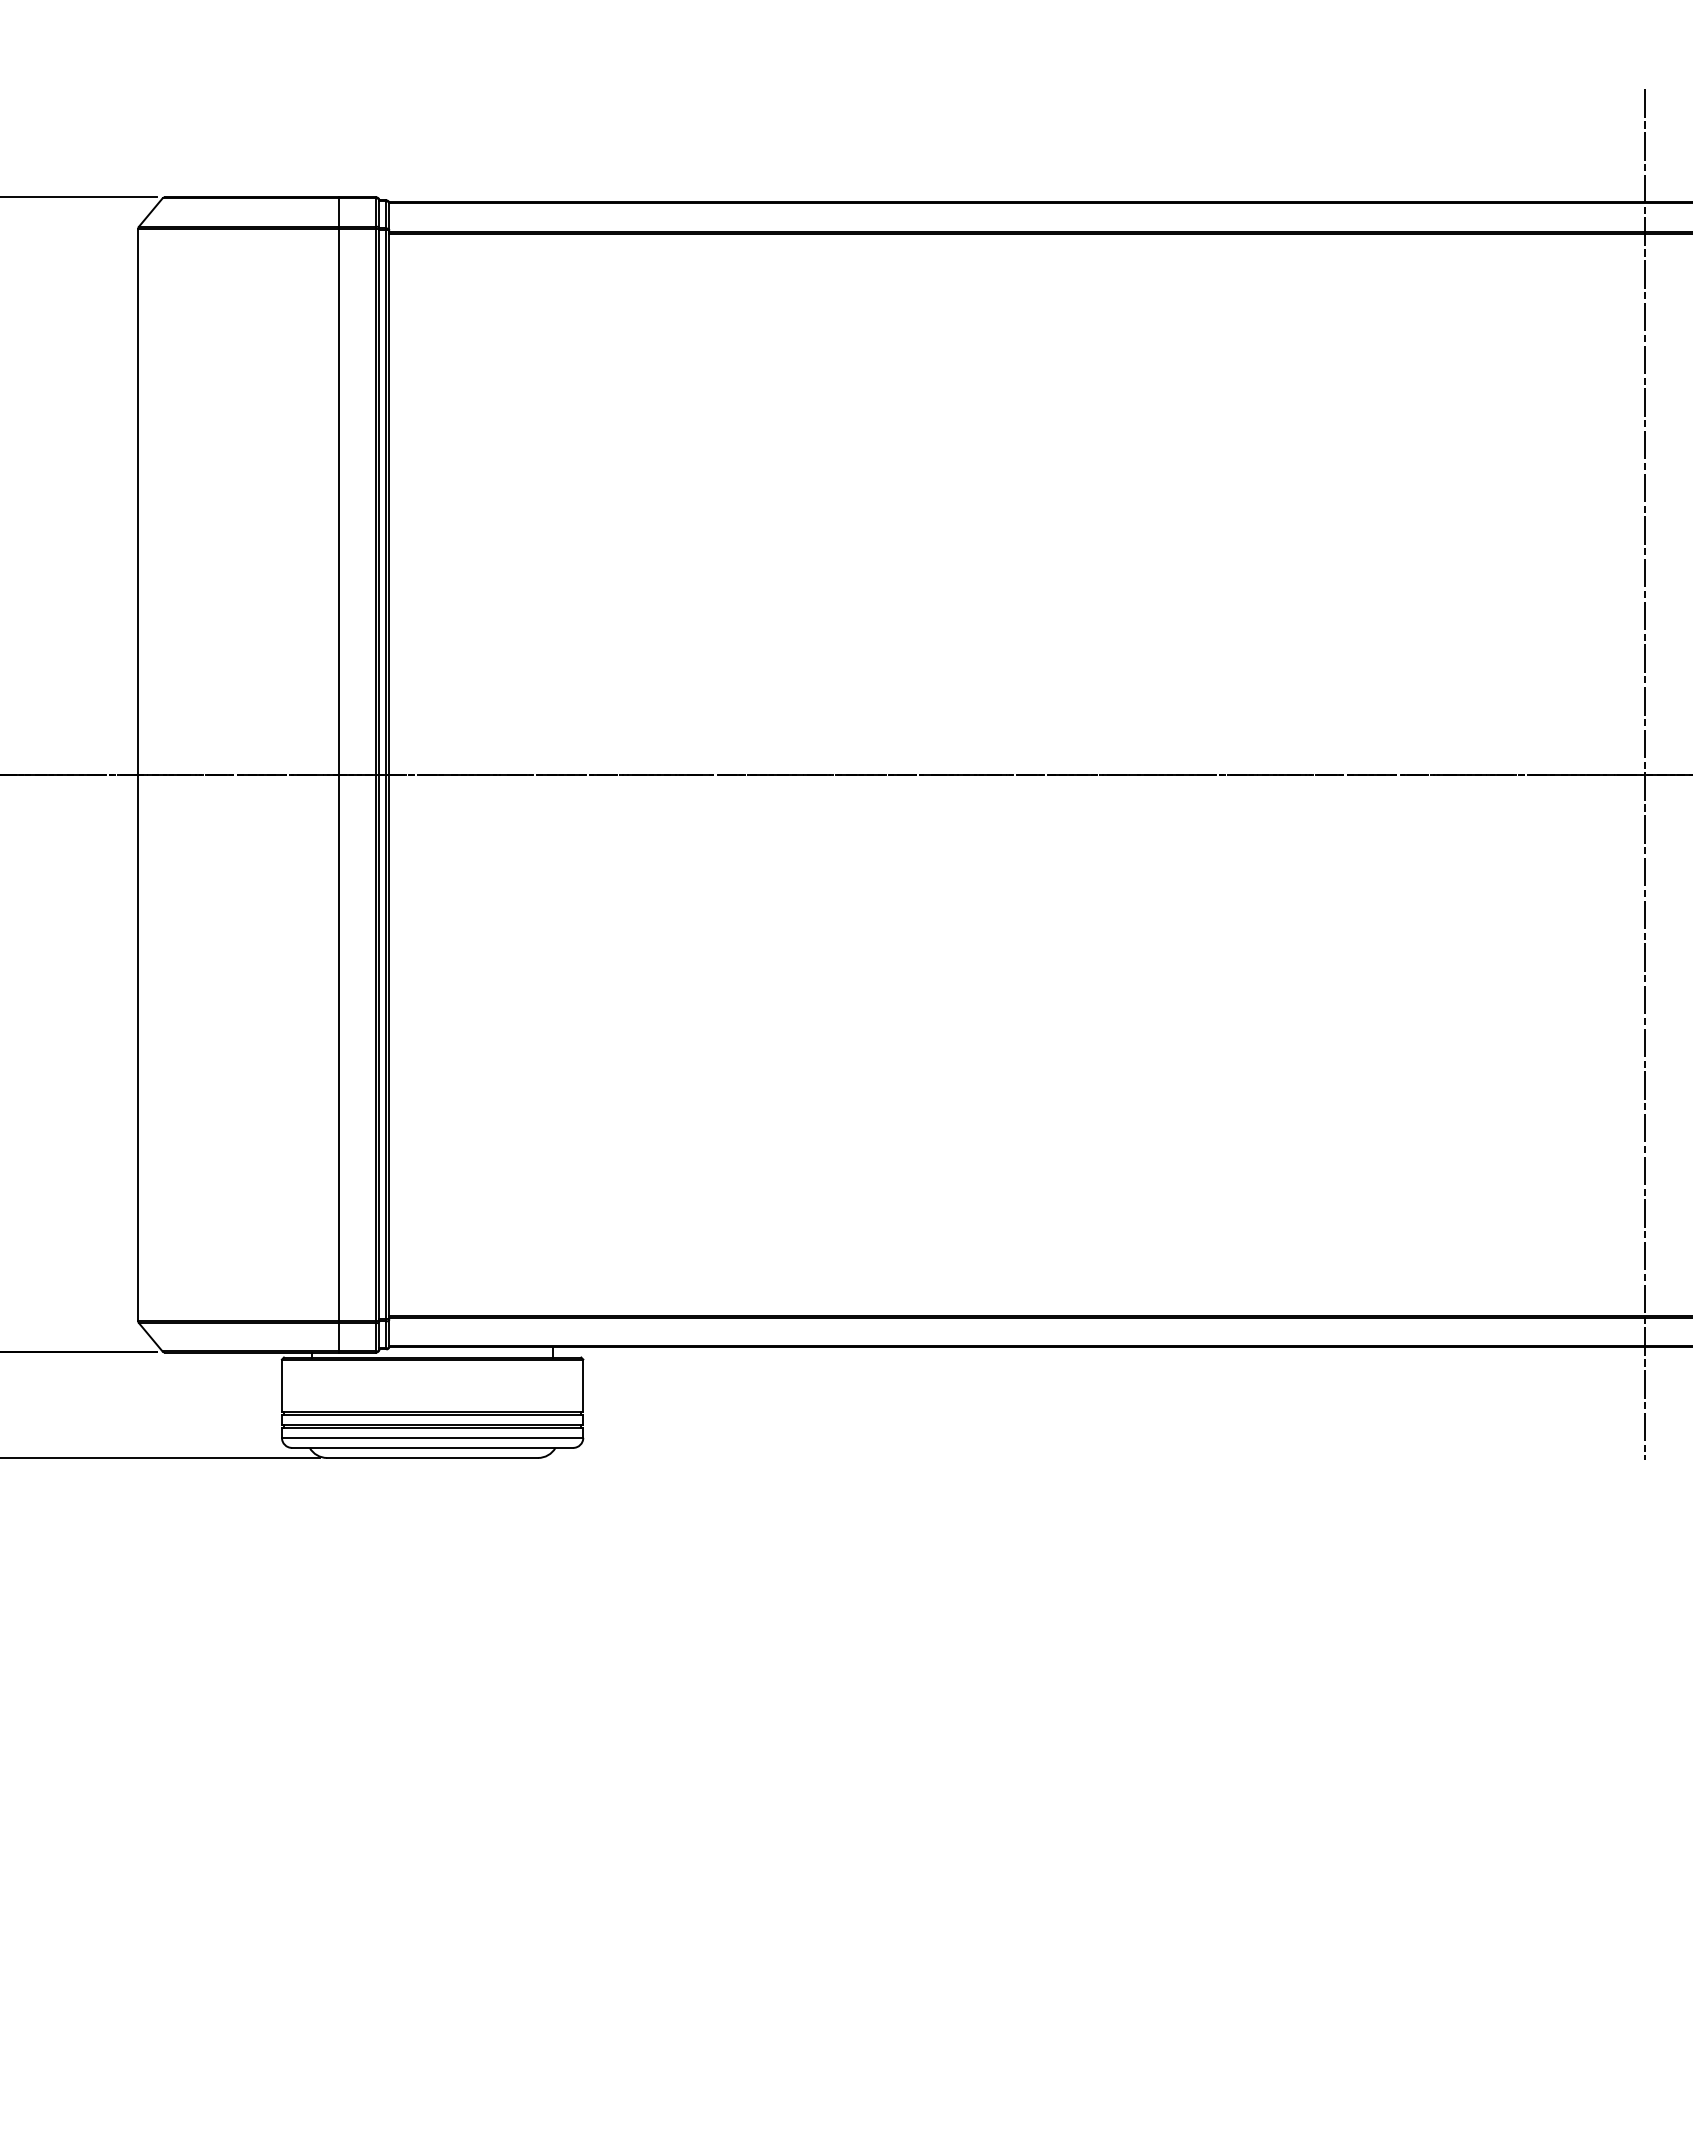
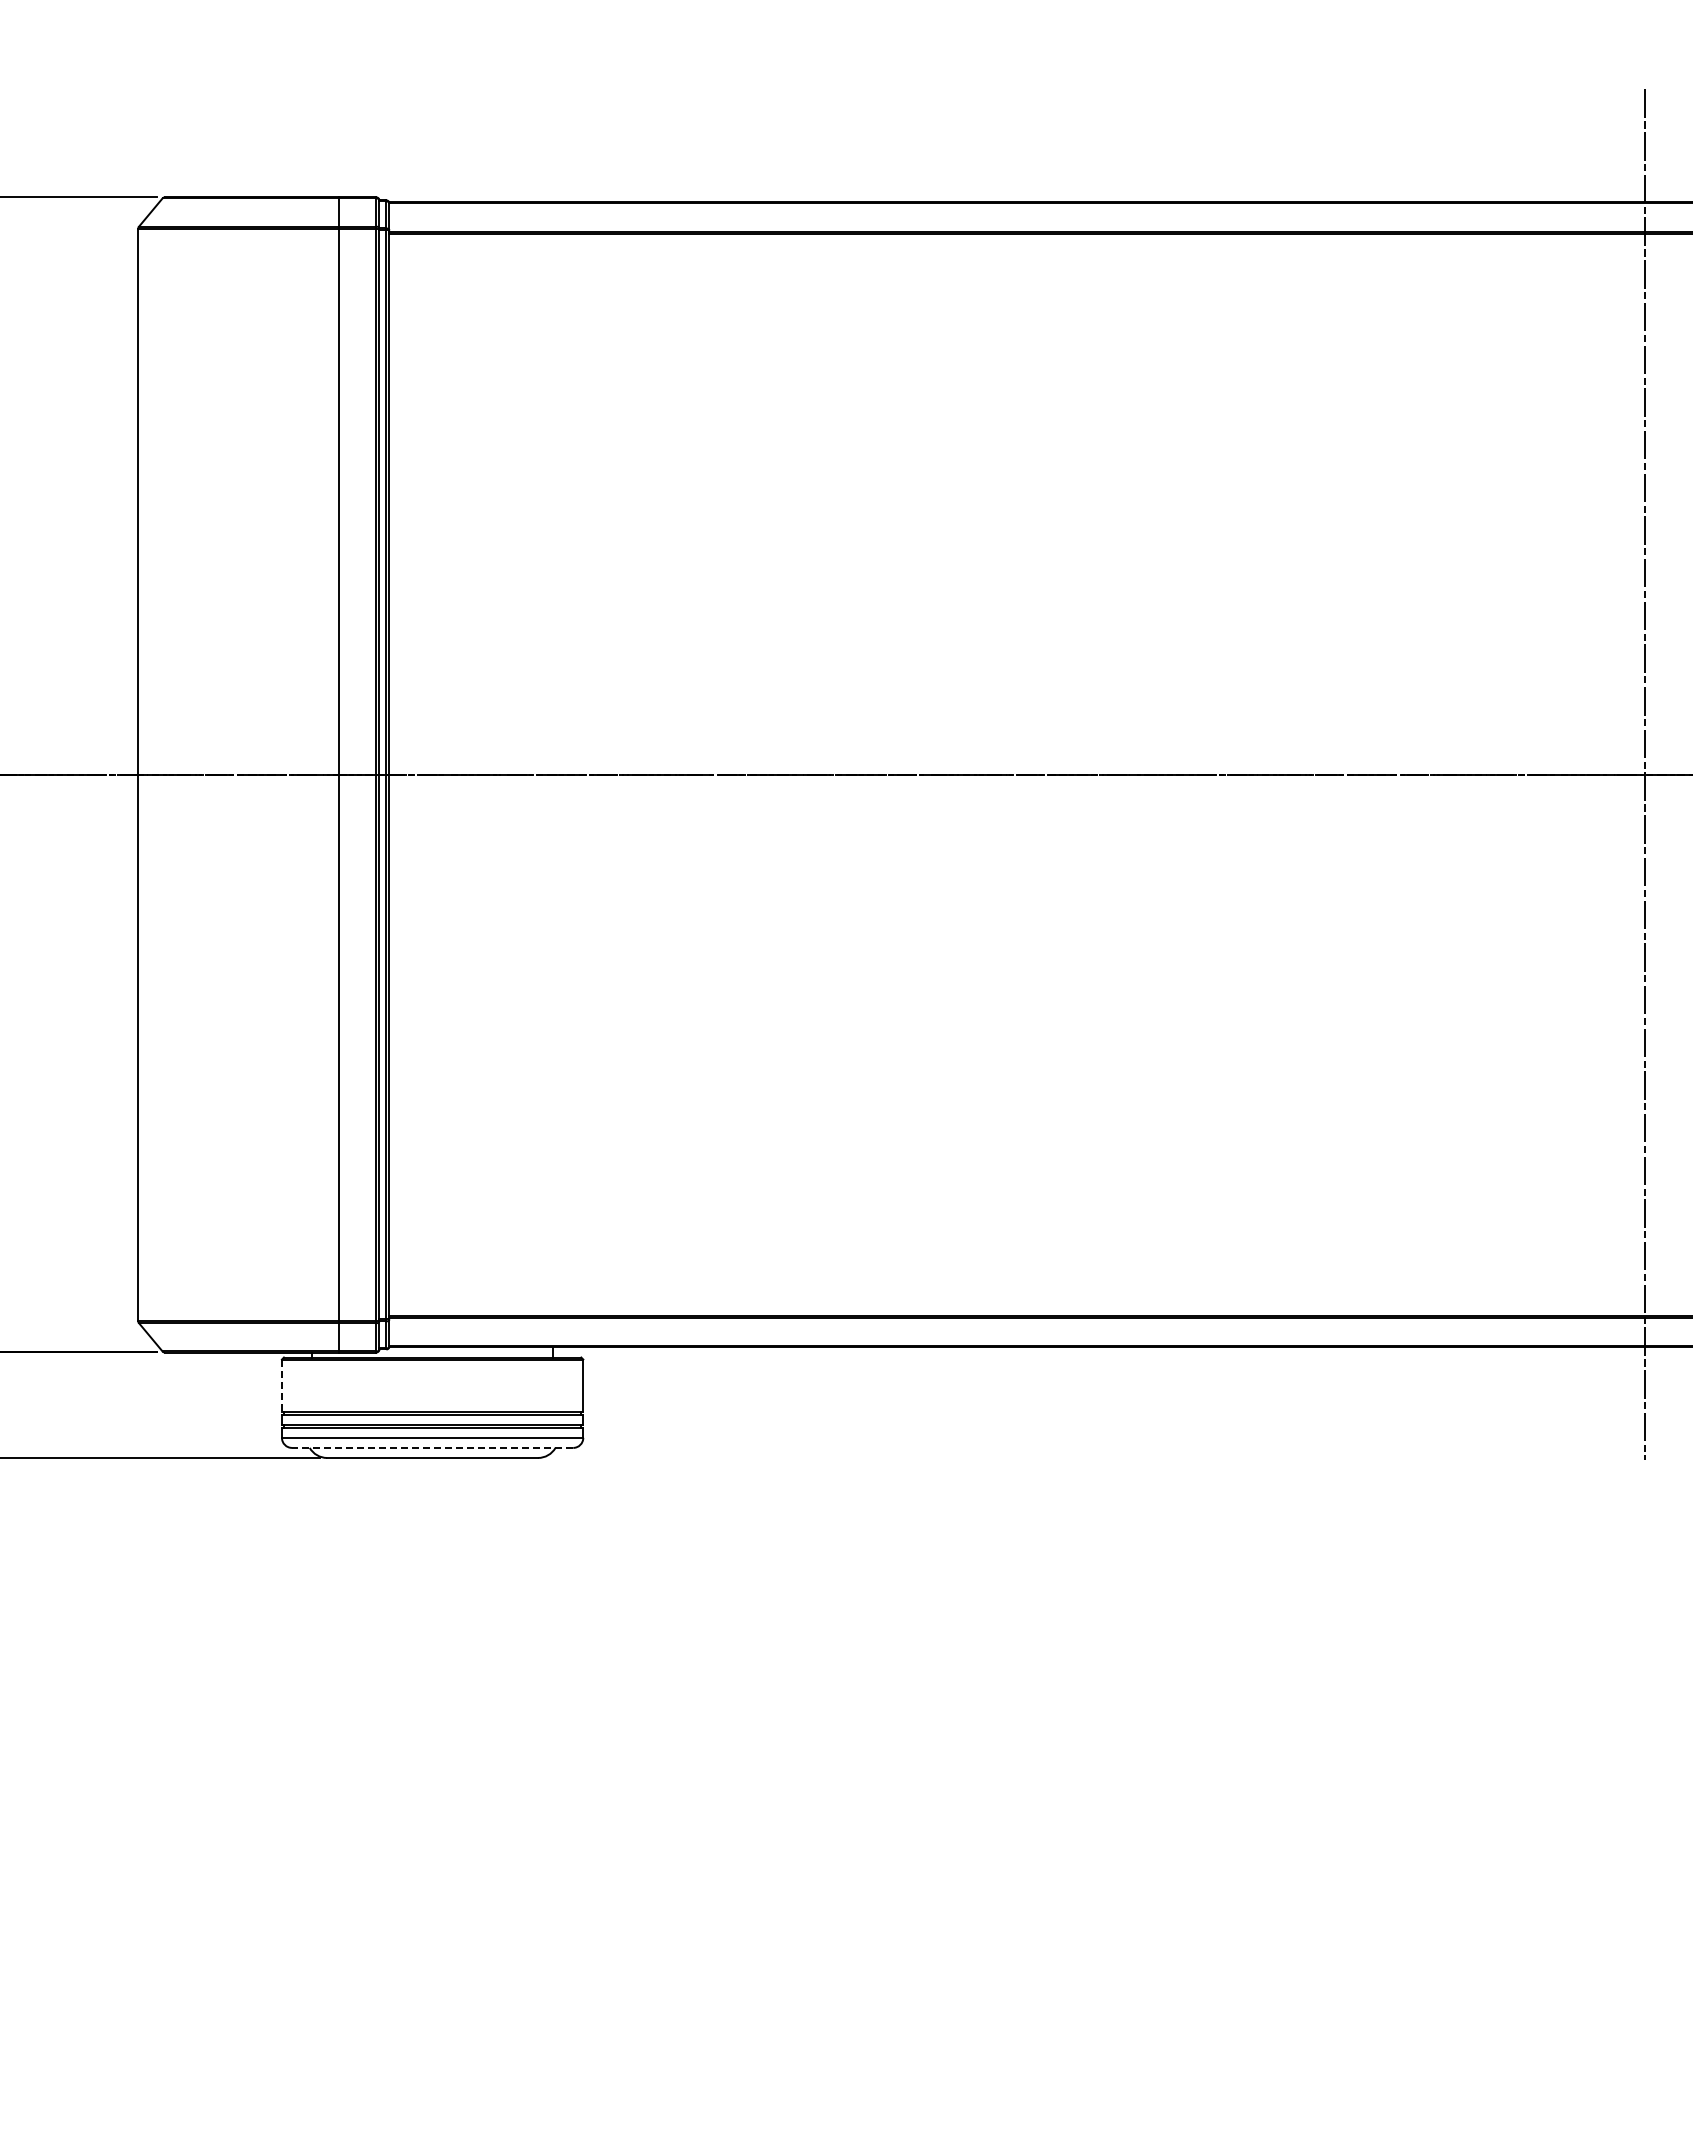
line at (281, 1386): solid -> dashed
line at (432, 1447): solid -> dashed
